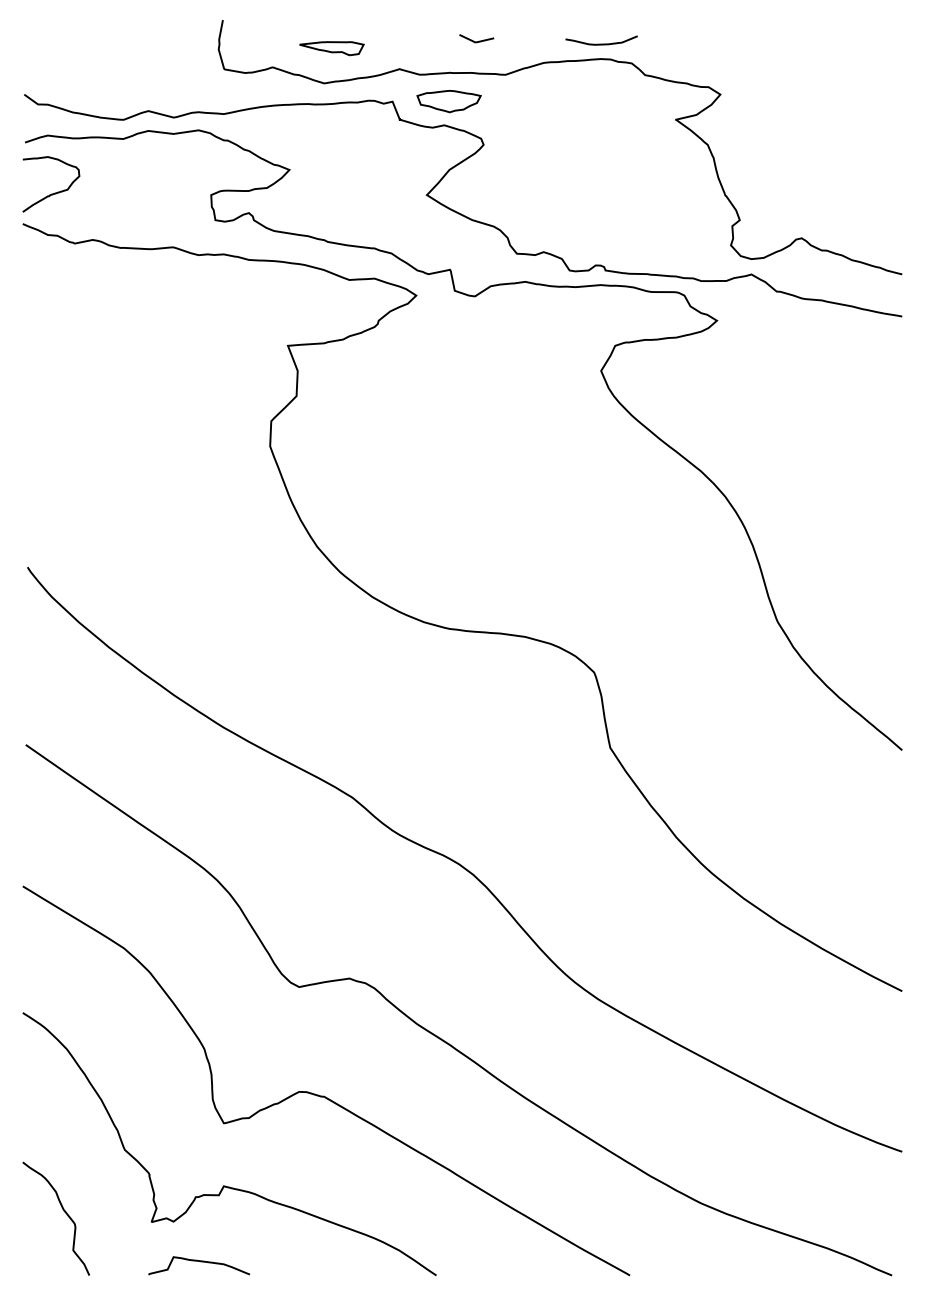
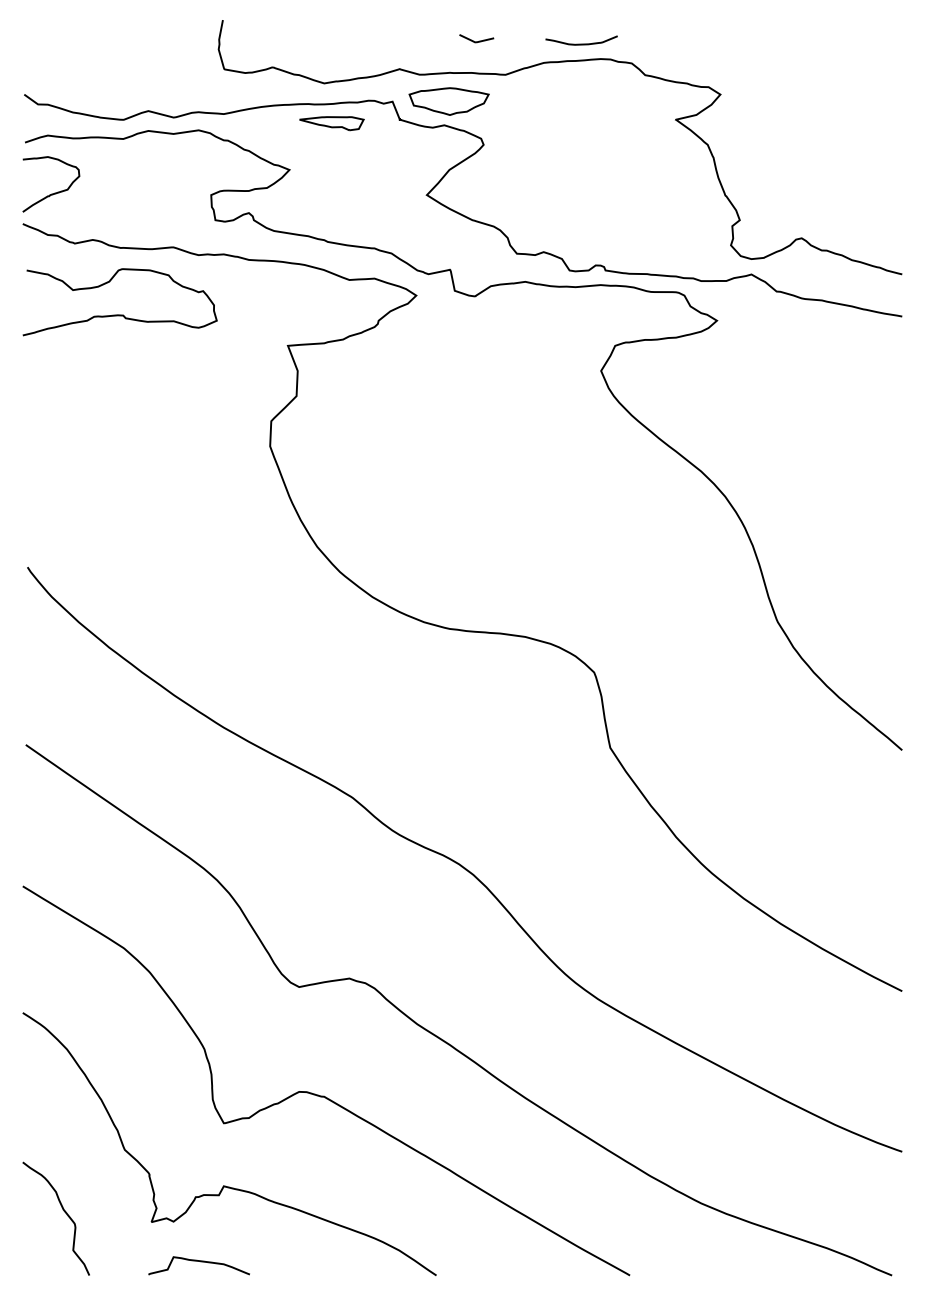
curve at (601, 43) position: (601, 43) -> (581, 43)
part at (331, 48) position: (331, 48) -> (331, 123)
part at (448, 101) size: 66x24 px -> 82x29 px
curve at (119, 314): none -> present
